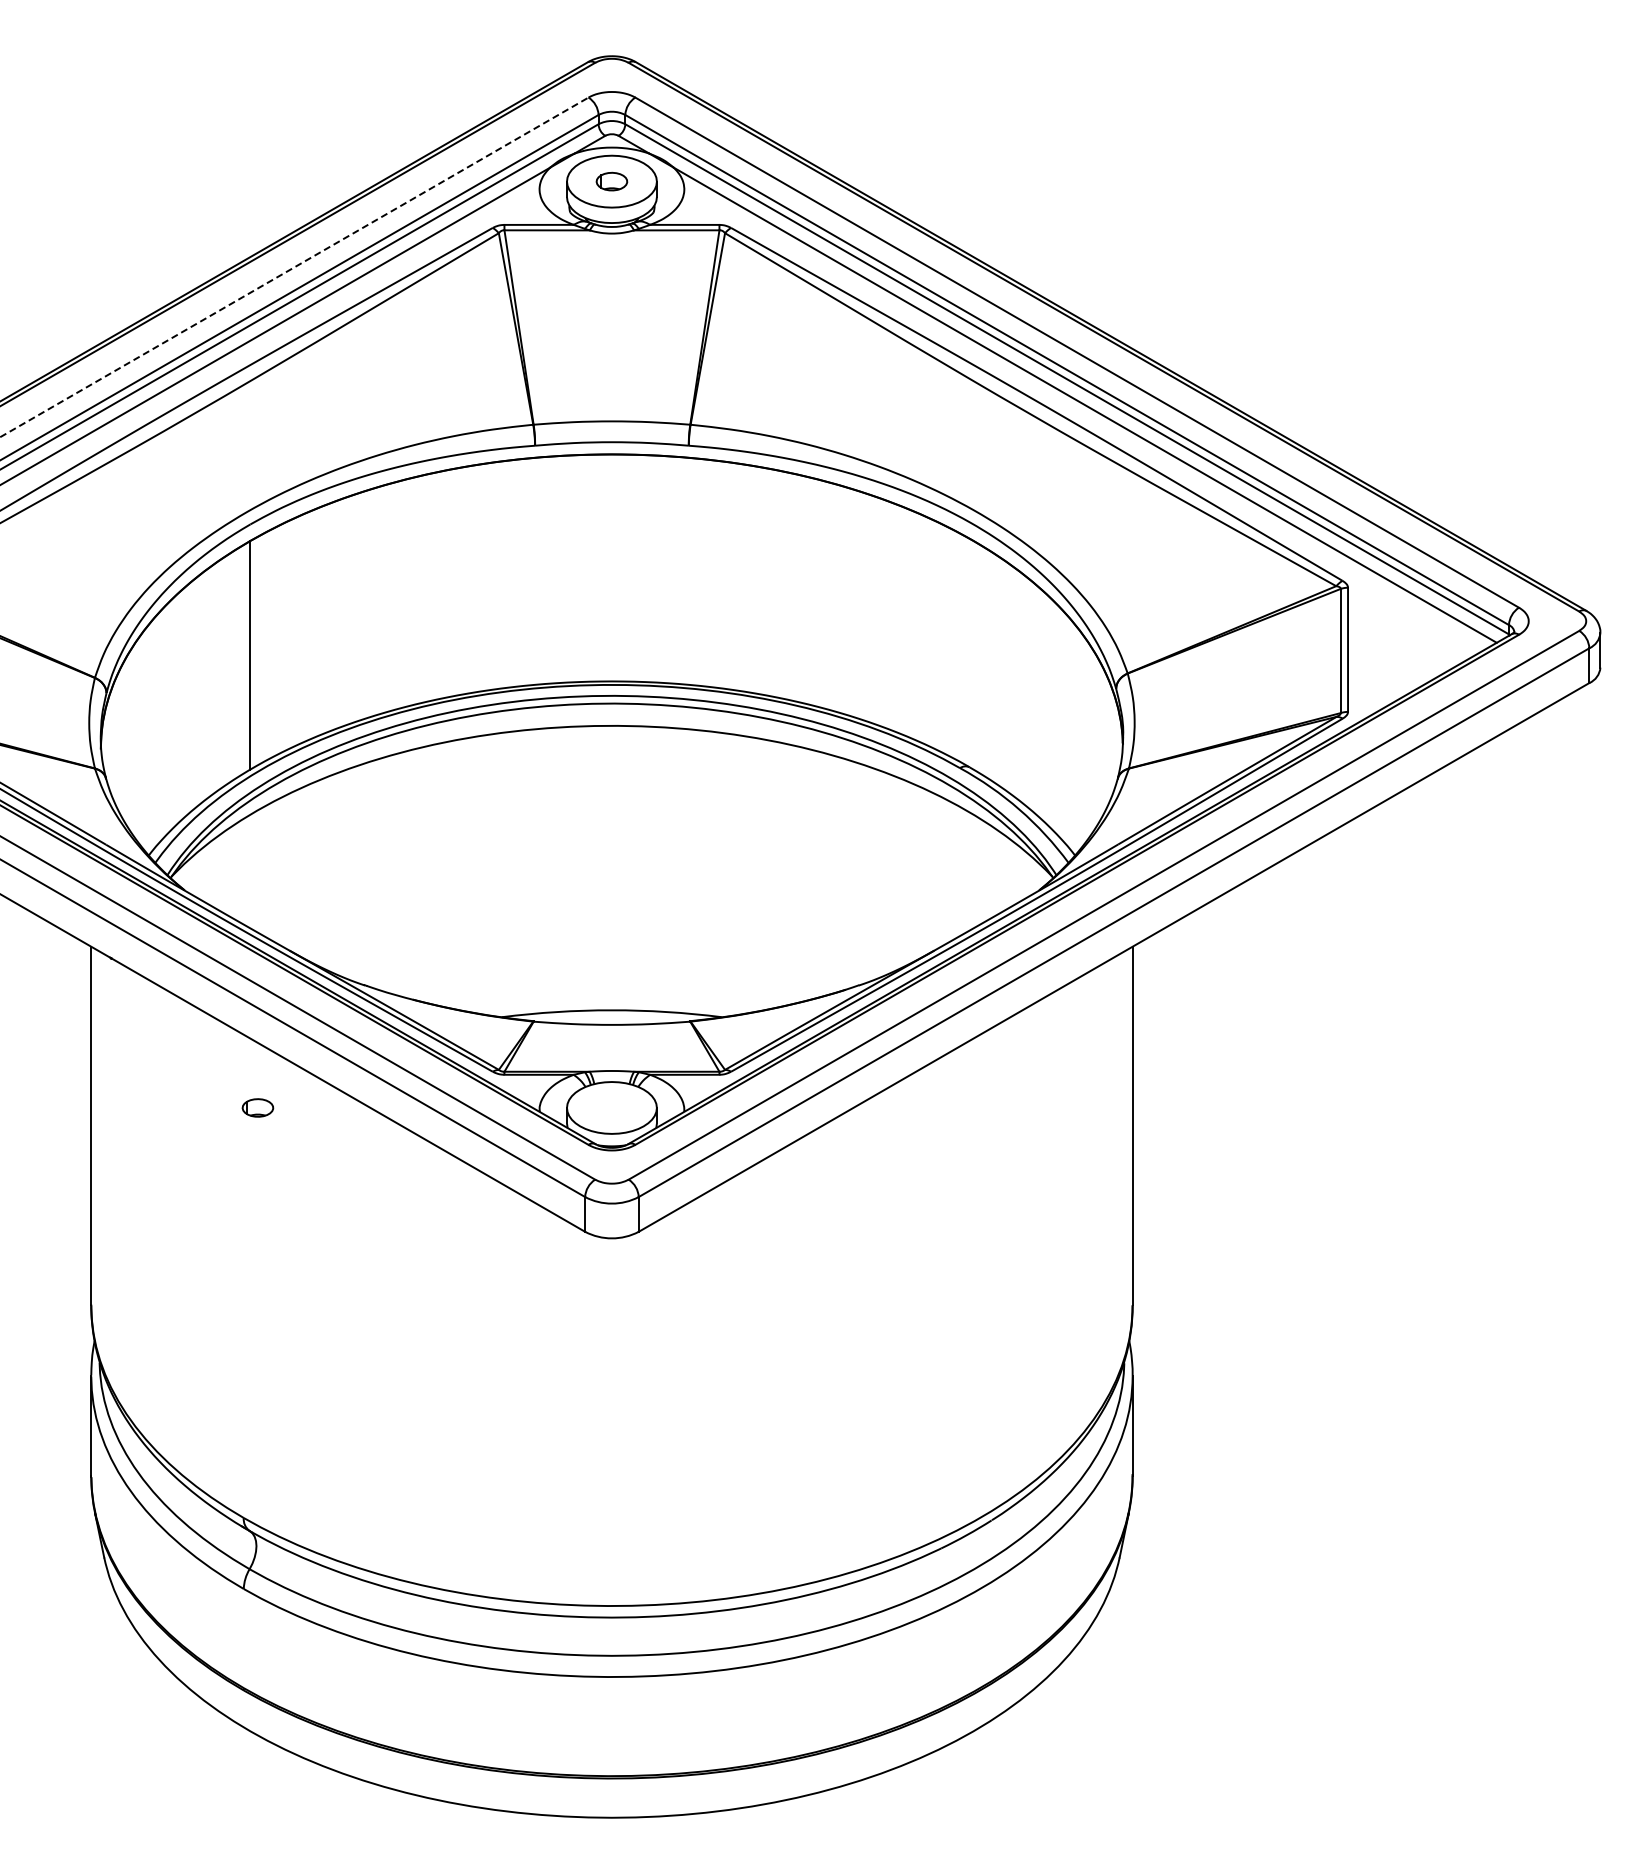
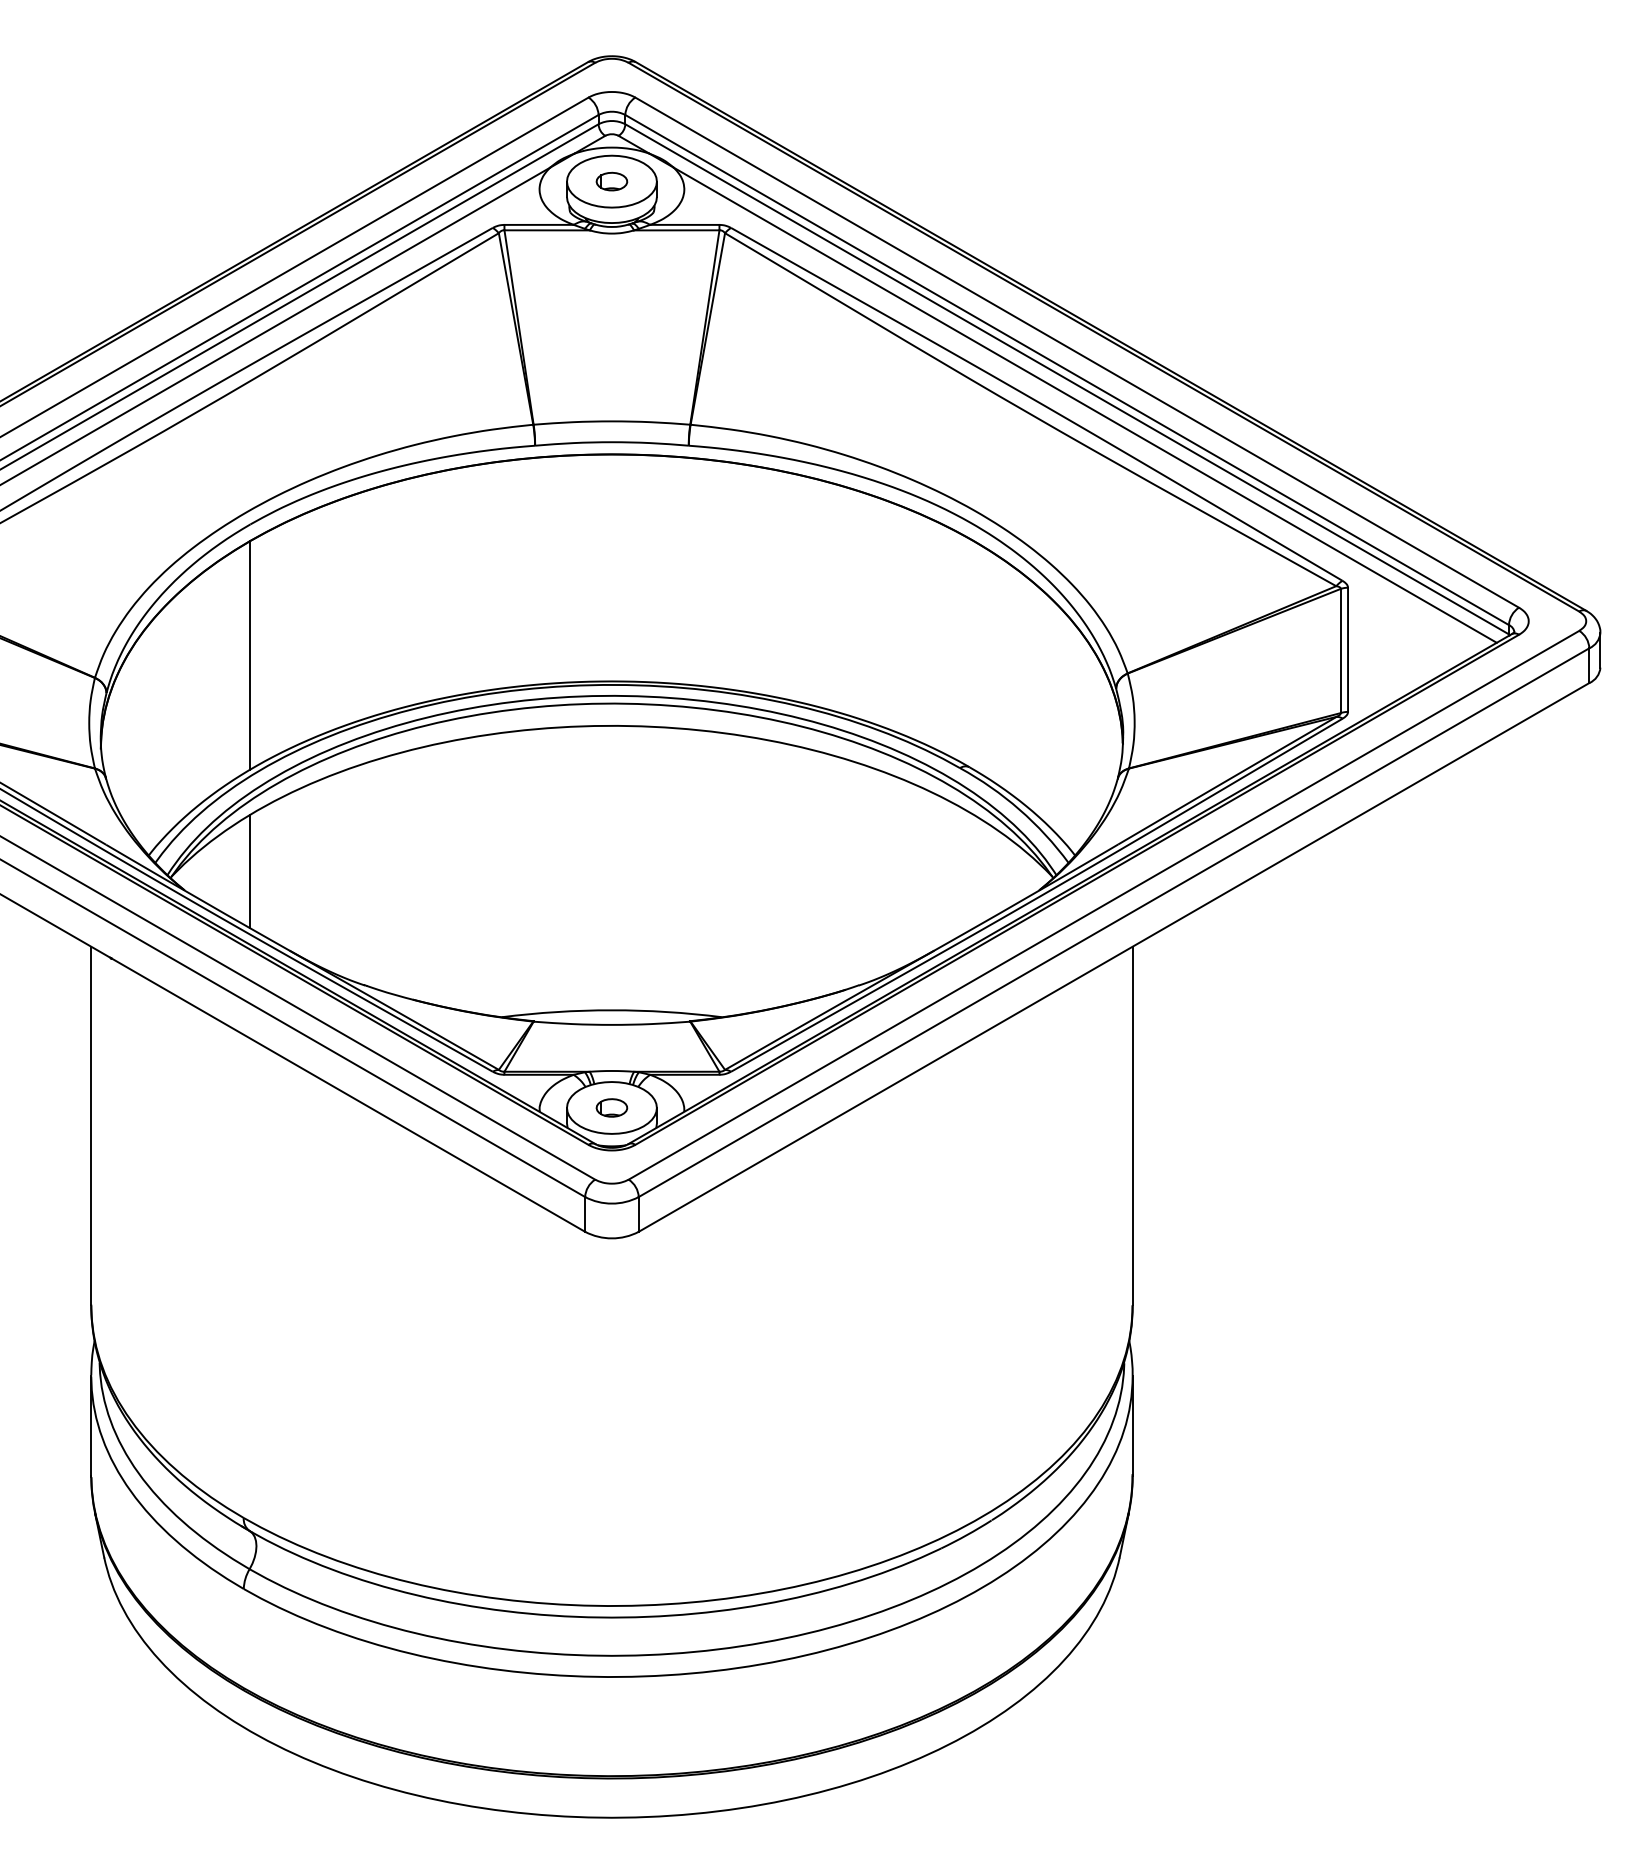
line at (294, 267): dashed -> solid
line at (250, 871): none -> present
part at (257, 1107) position: (257, 1107) -> (611, 1107)
